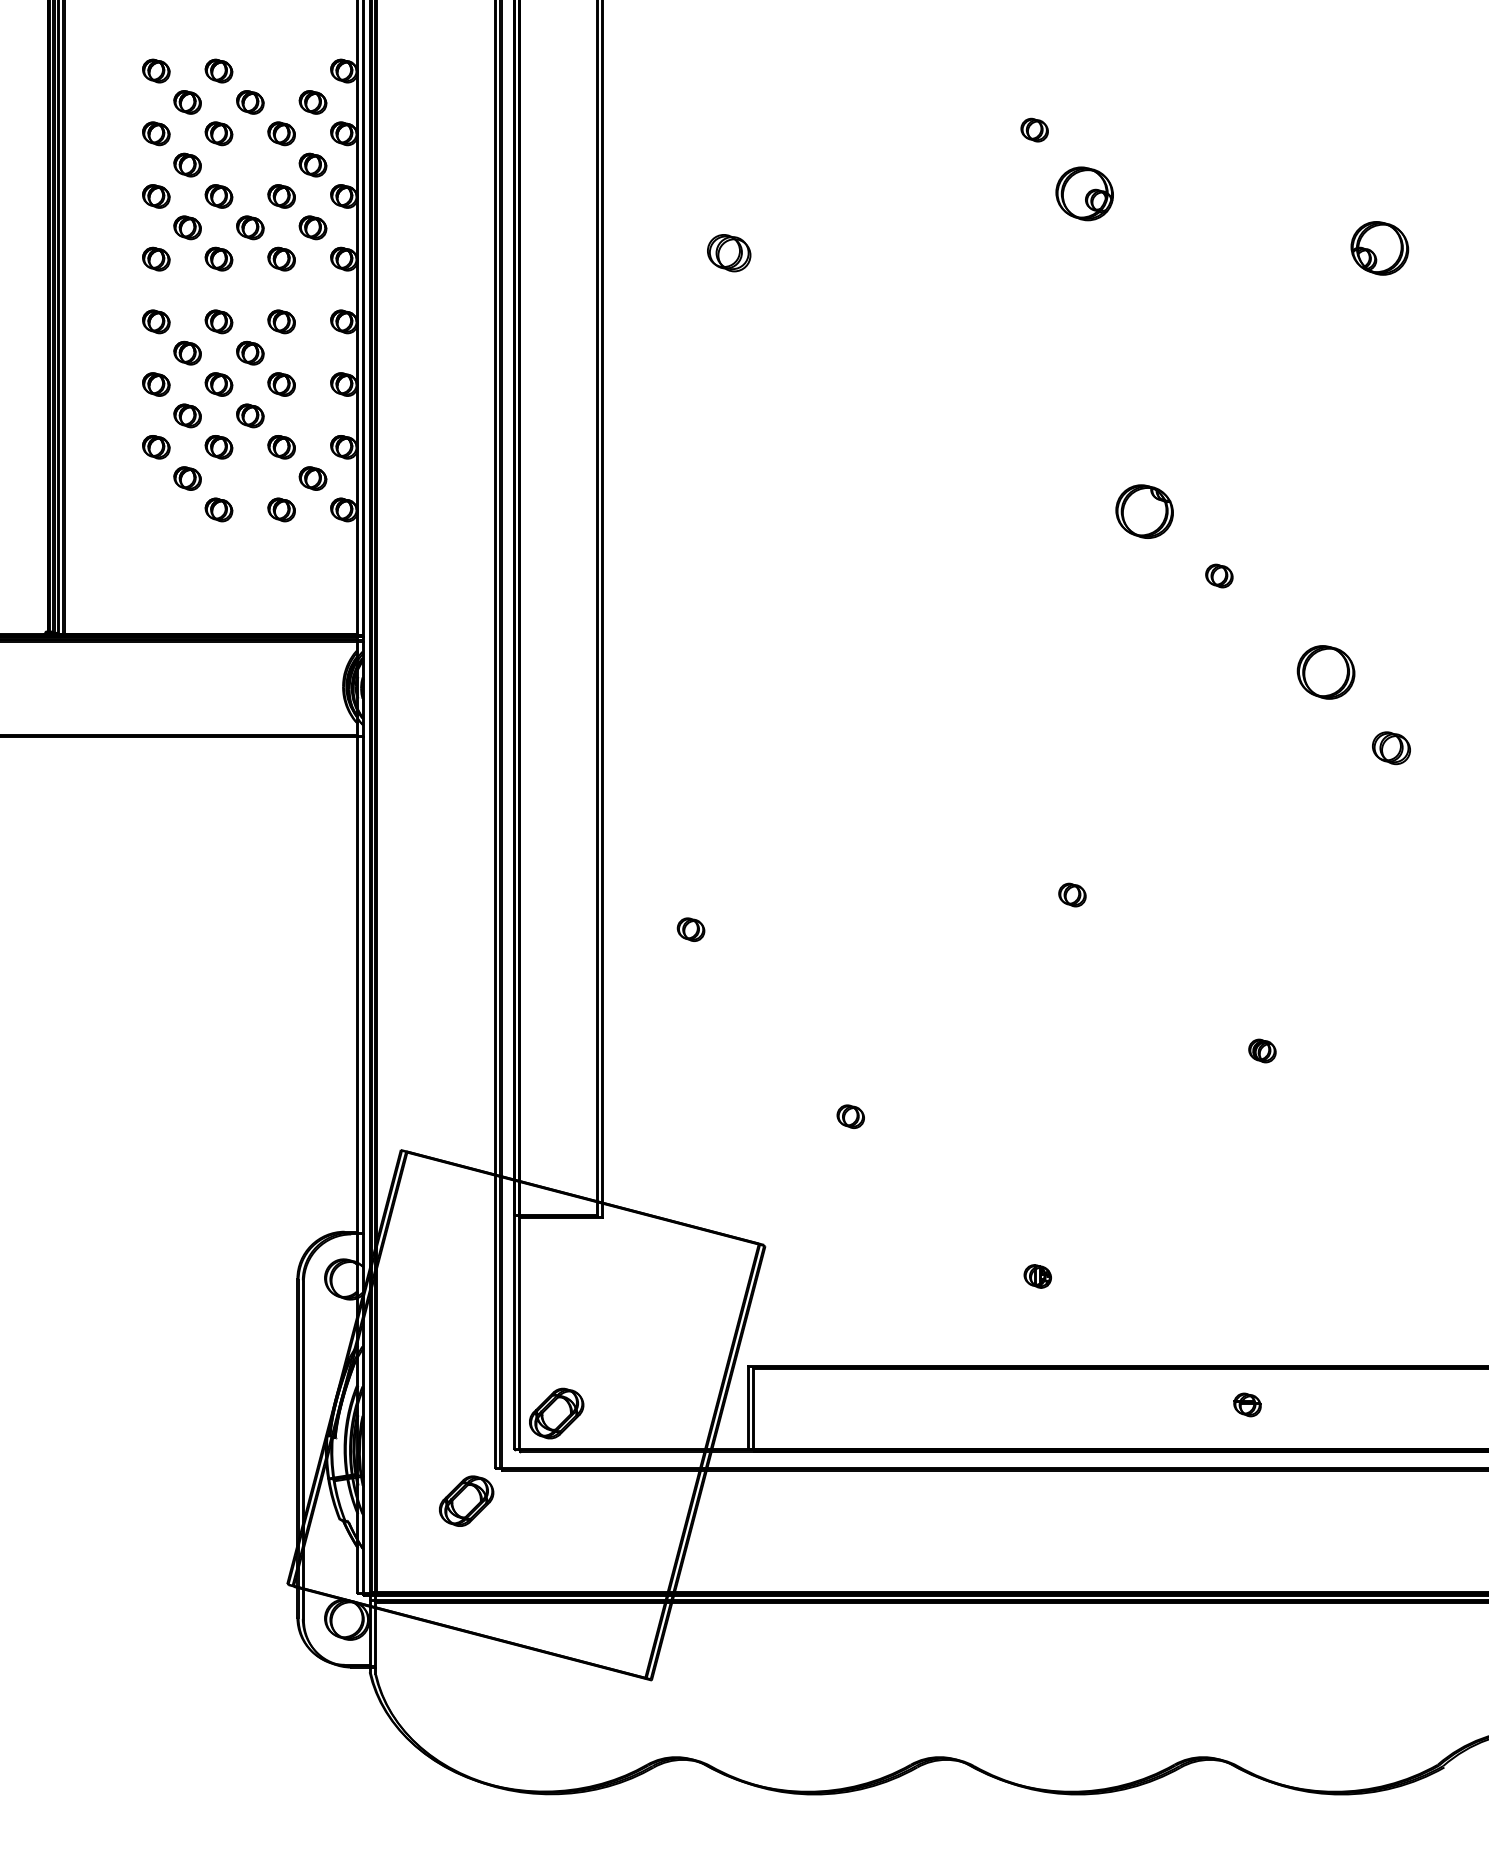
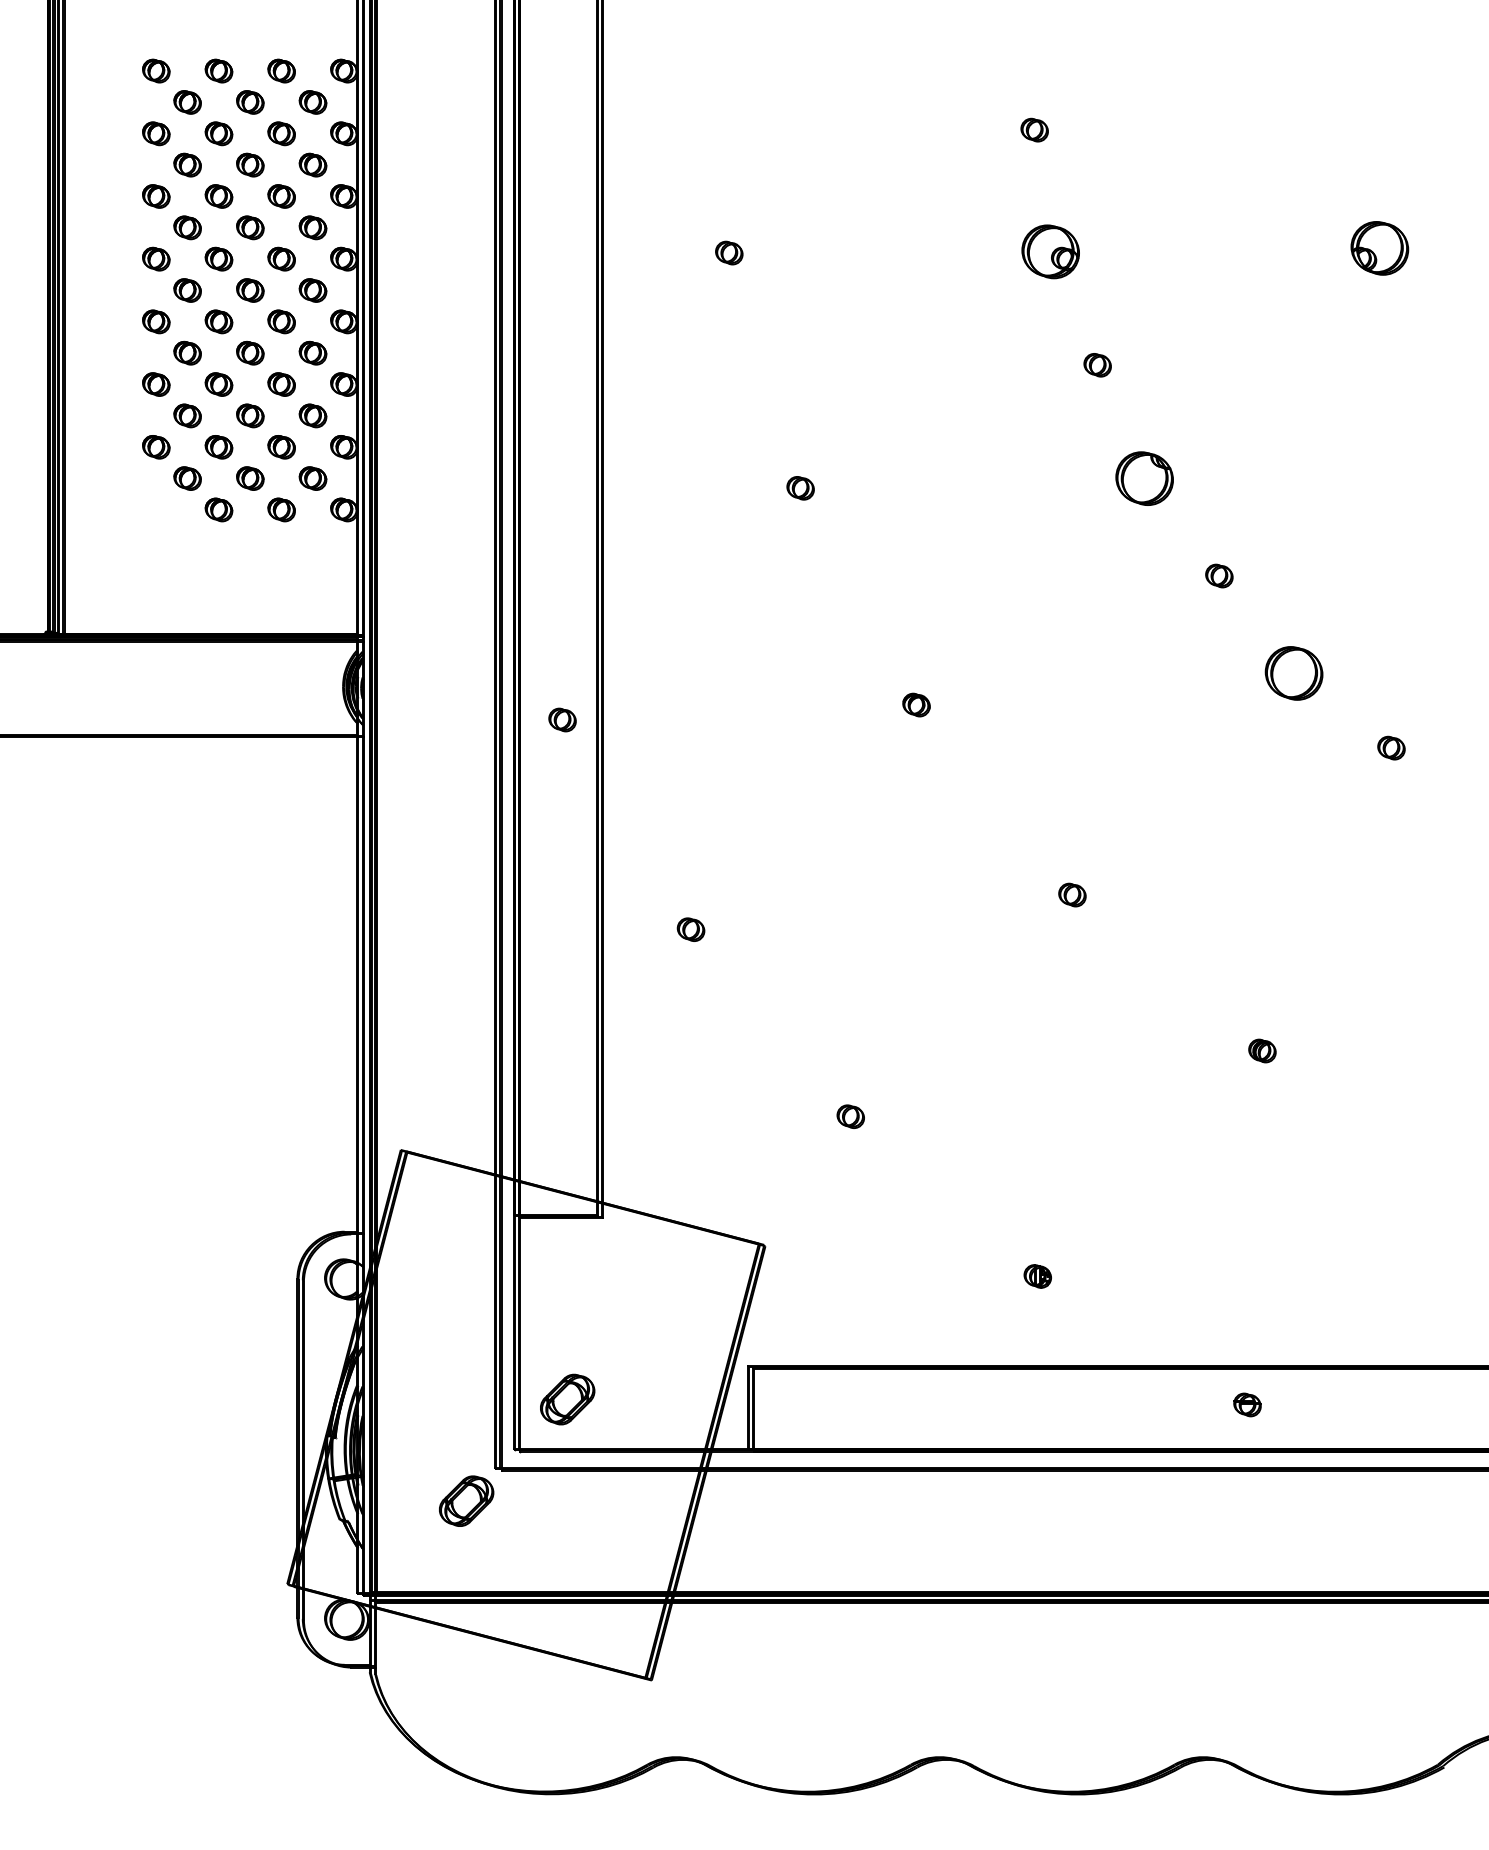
part at (281, 70): none -> present
part at (250, 164): none -> present
part at (1084, 193) position: (1084, 193) -> (1050, 251)
part at (729, 253) size: 45x39 px -> 29x26 px
part at (187, 290): none -> present
part at (250, 290): none -> present
part at (312, 290): none -> present
part at (312, 352): none -> present
part at (1097, 365): none -> present
part at (312, 415): none -> present
part at (250, 478): none -> present
part at (800, 488): none -> present
part at (1144, 511) position: (1144, 511) -> (1144, 478)
part at (1325, 672) position: (1325, 672) -> (1293, 673)
part at (916, 704): none -> present
part at (562, 719): none -> present
part at (1391, 748) size: 39x35 px -> 29x26 px
part at (556, 1413) position: (556, 1413) -> (567, 1399)
